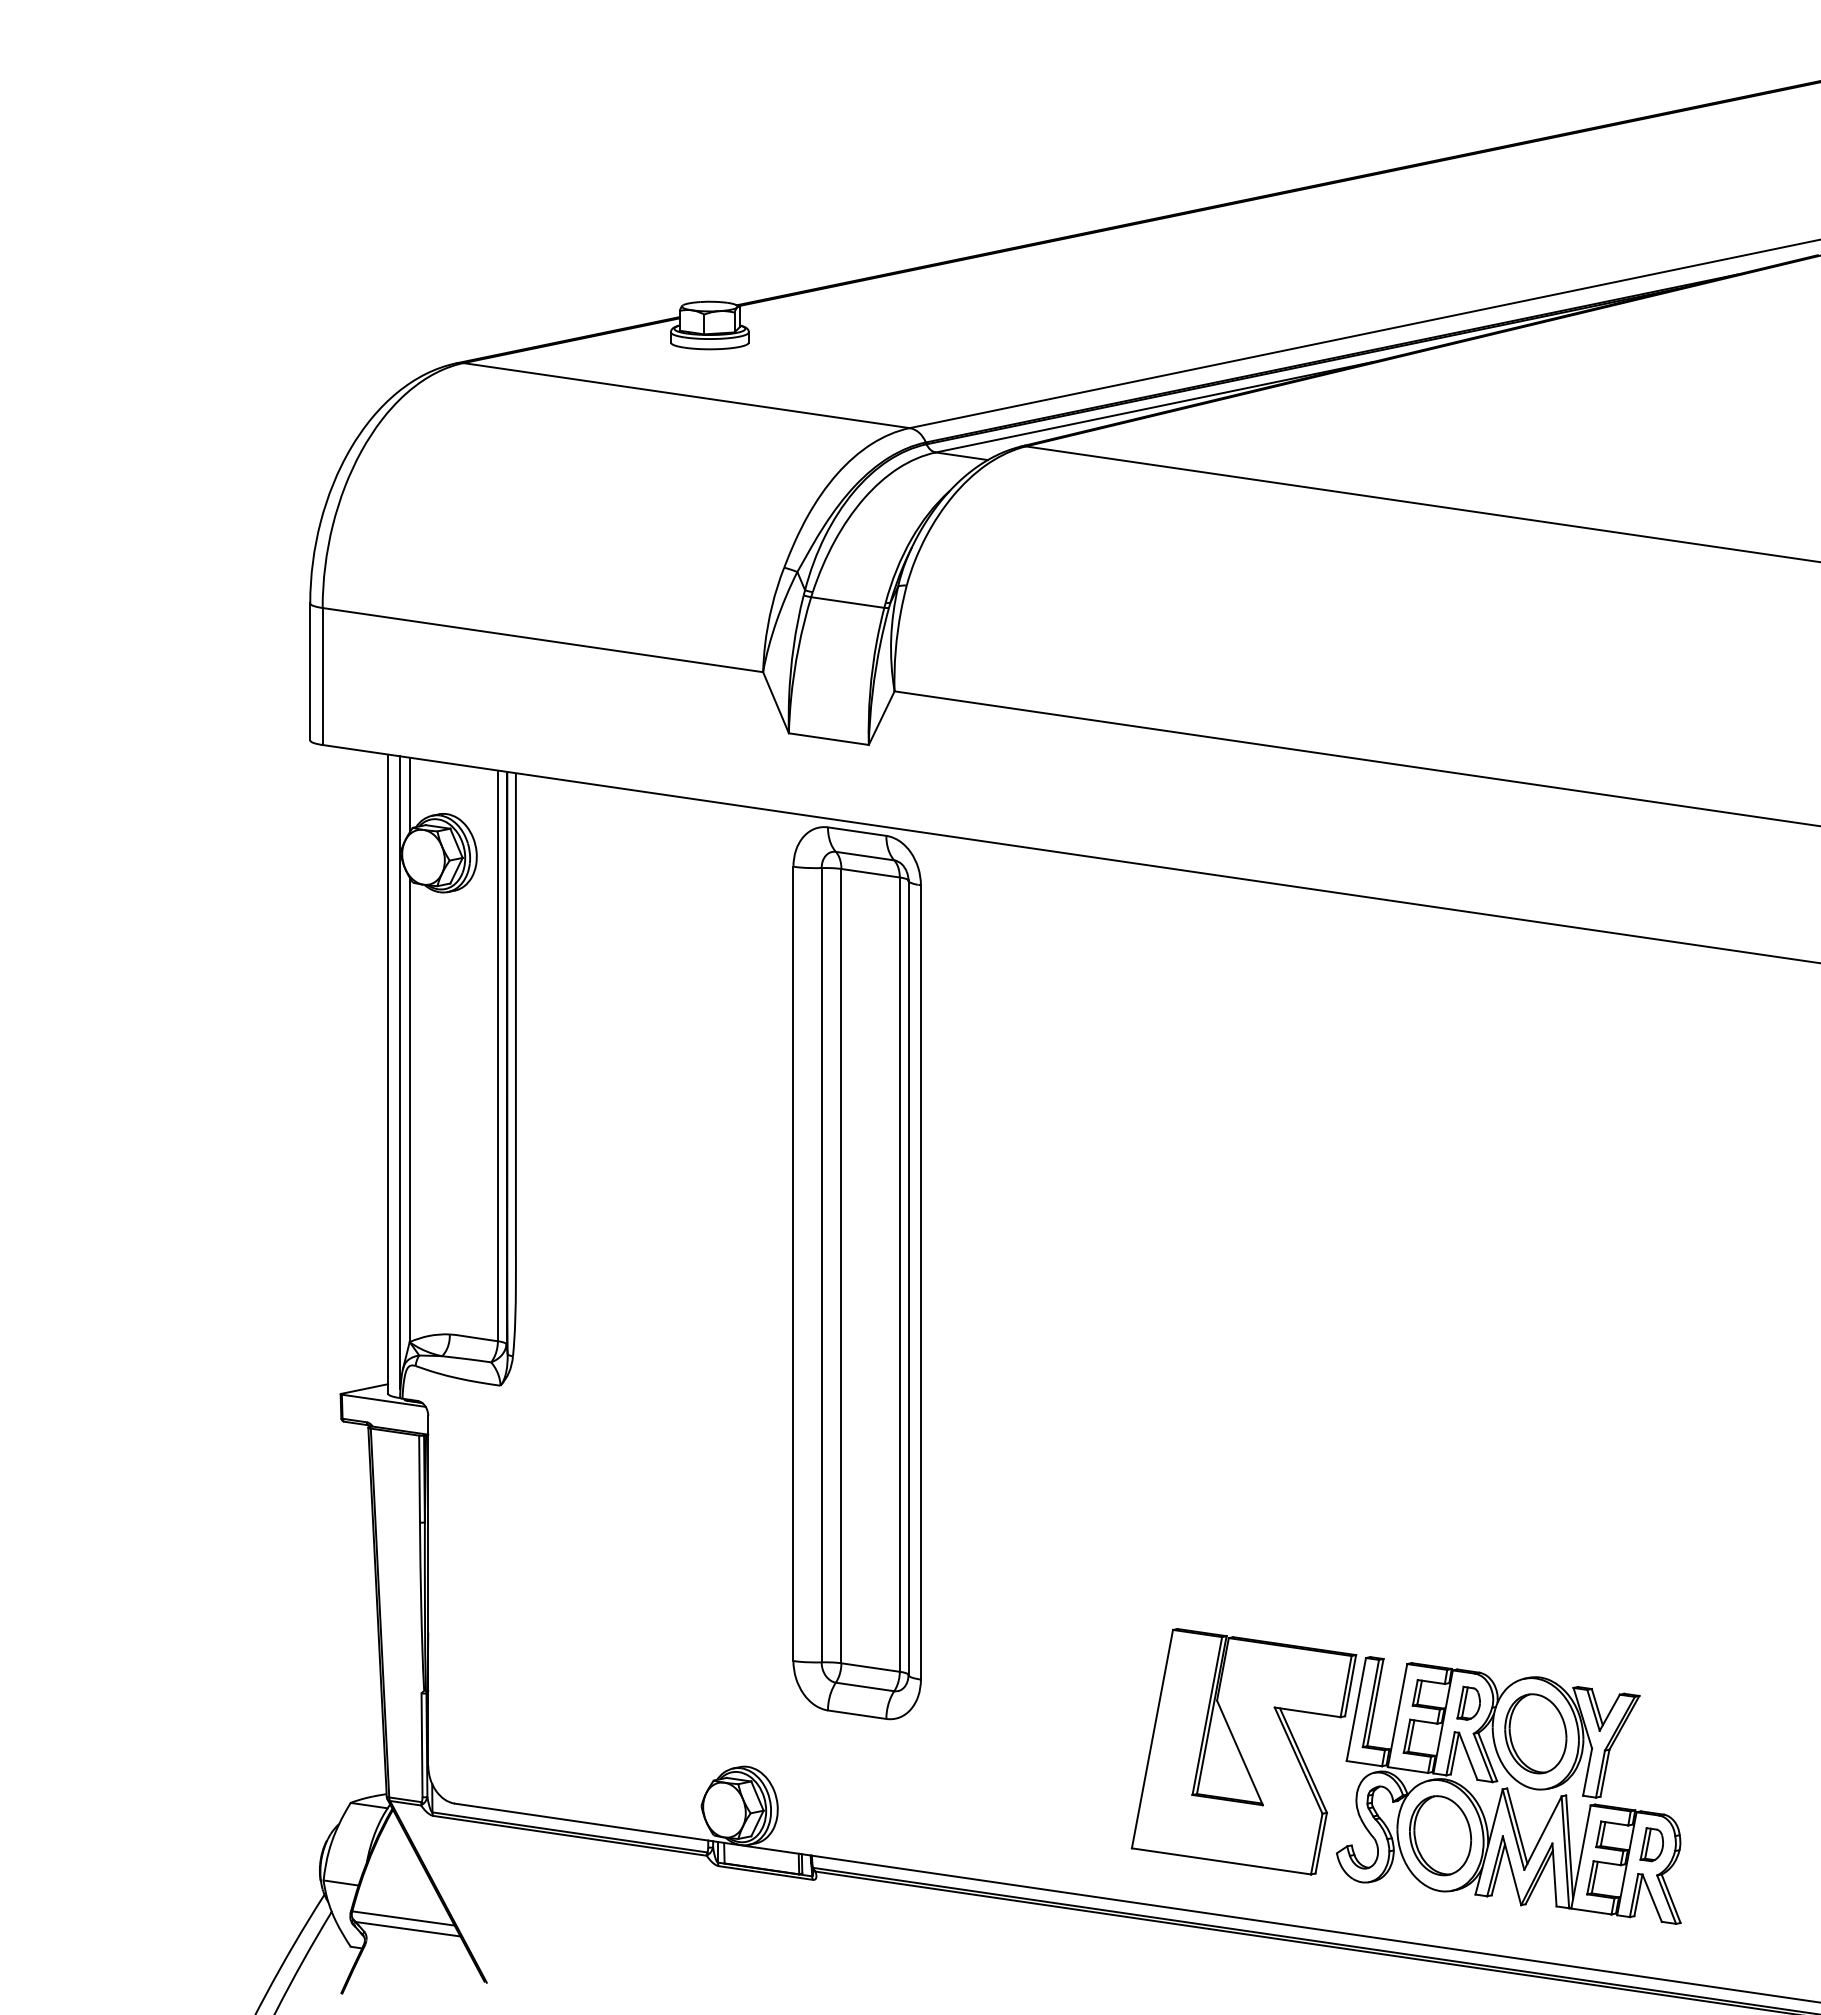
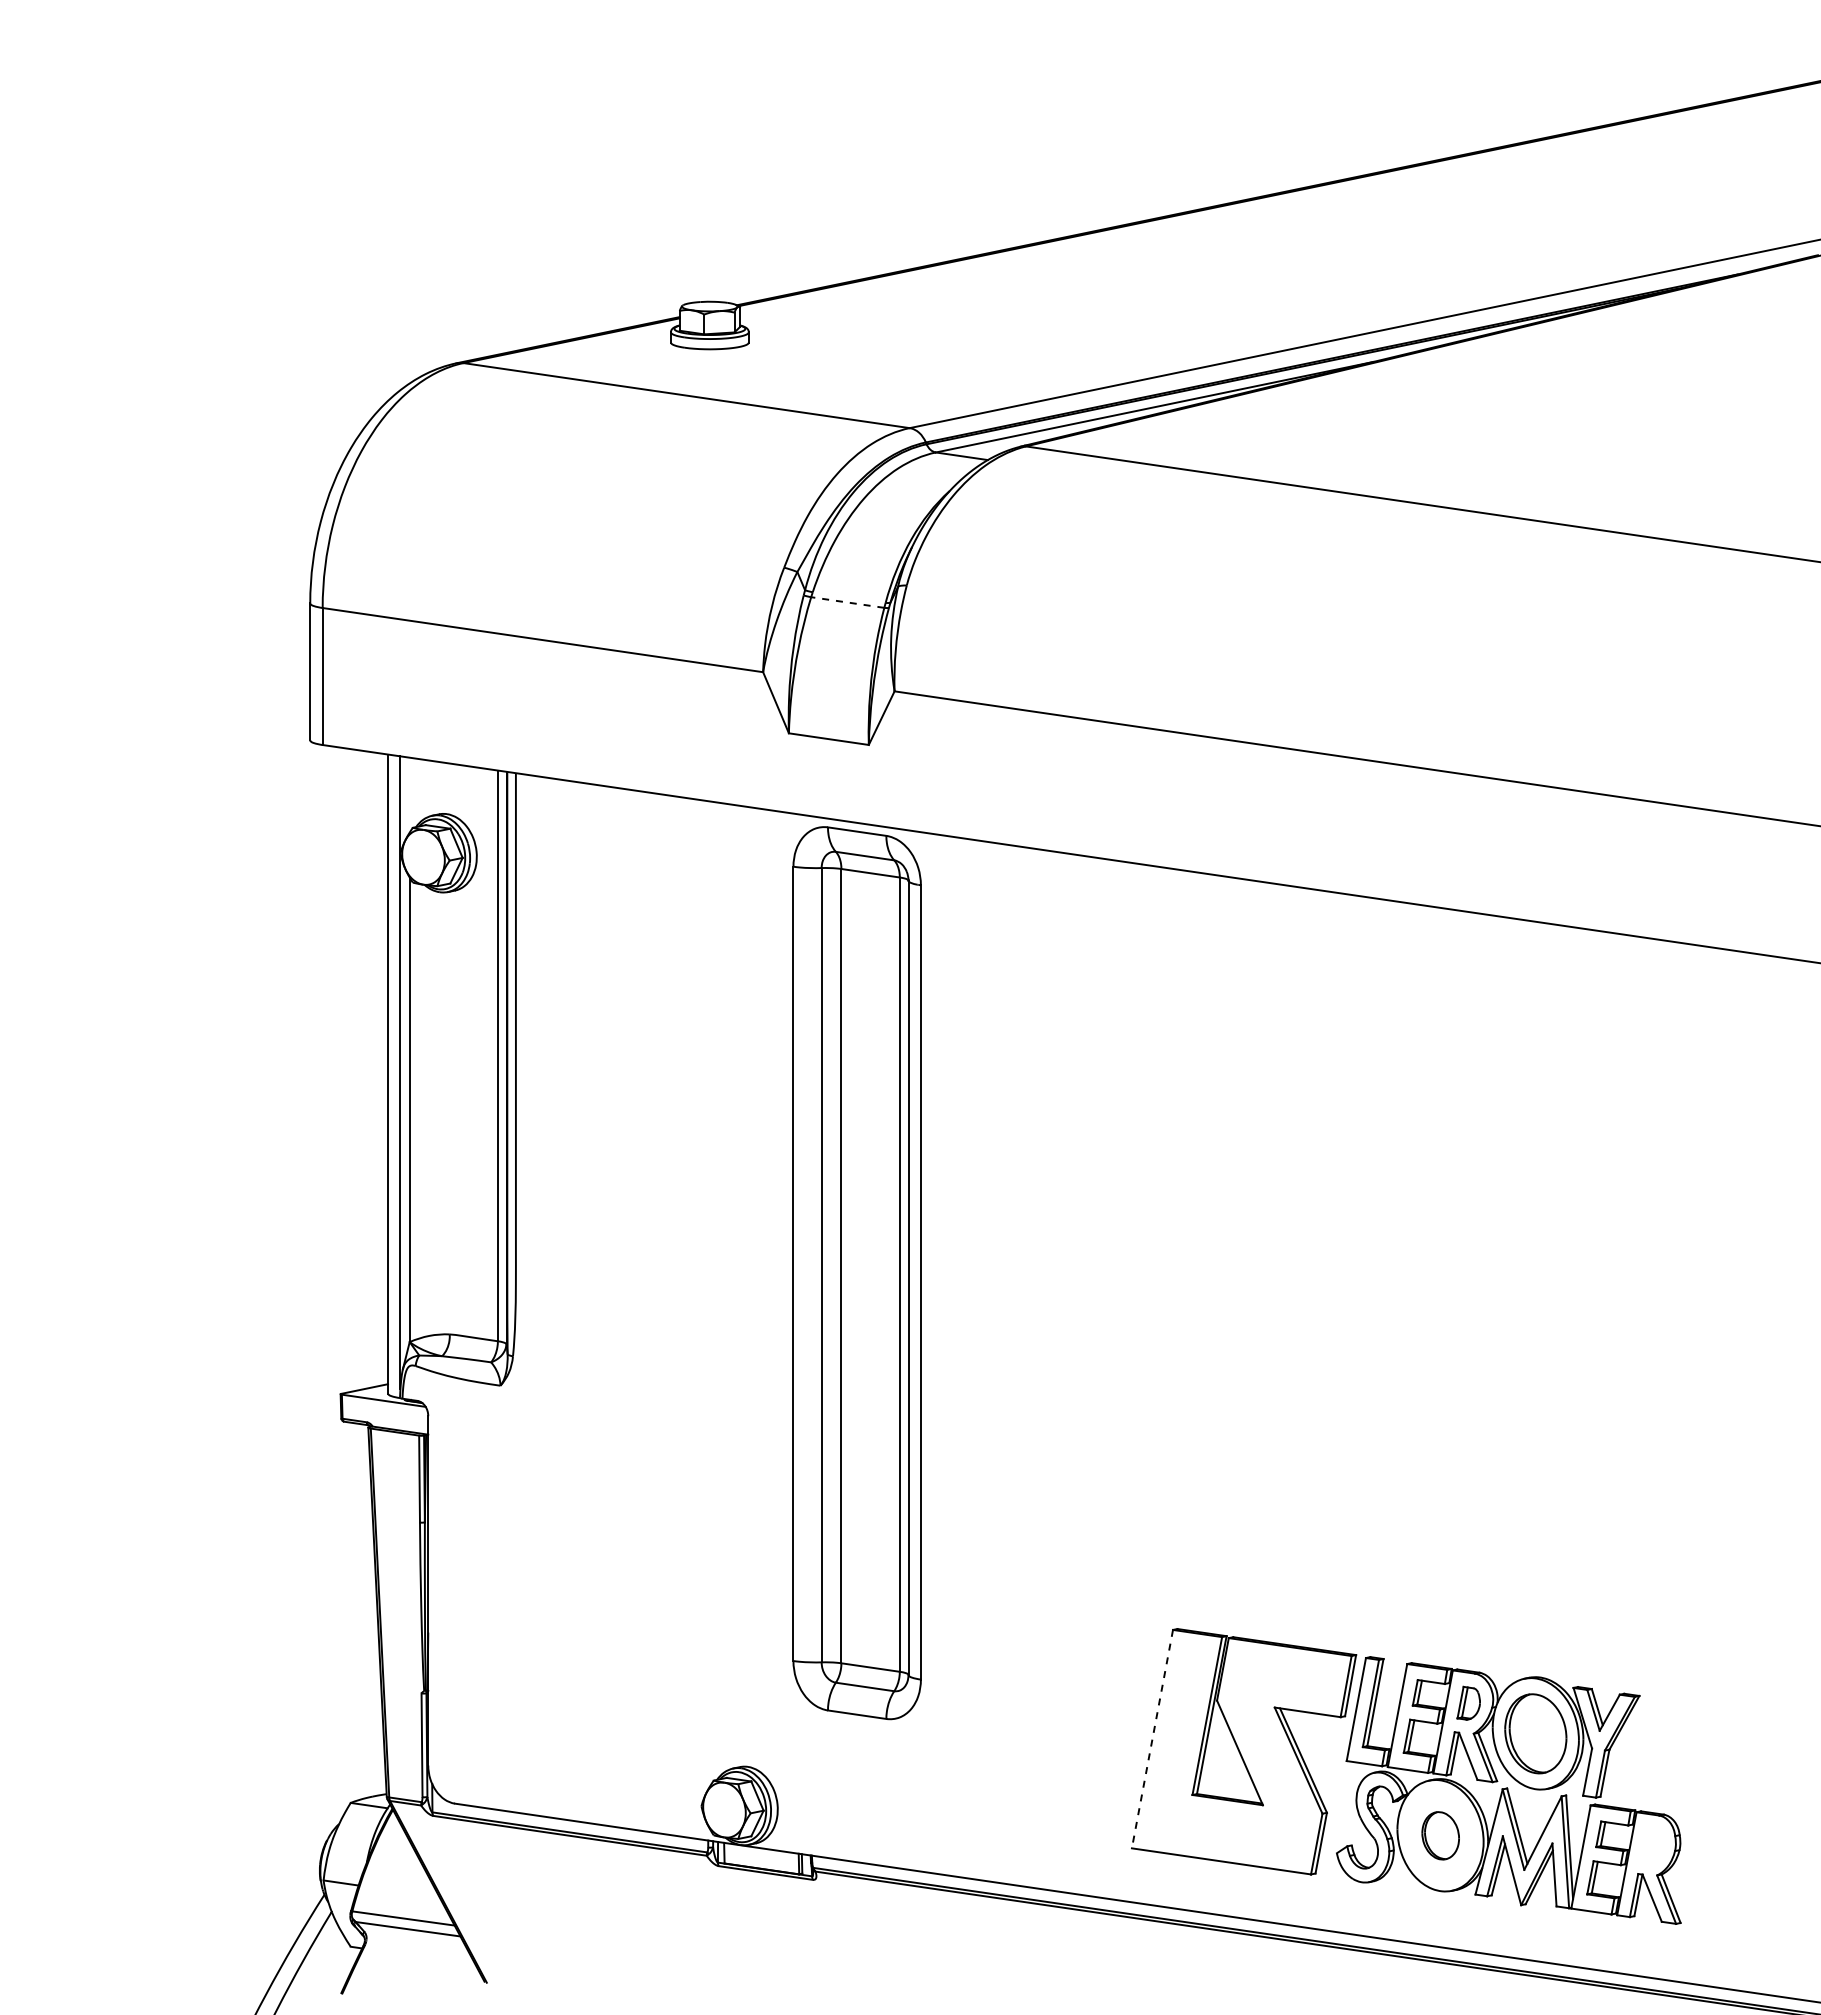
line at (847, 602): solid -> dashed
line at (409, 794): present -> none
line at (1152, 1739): solid -> dashed
part at (1440, 1835) size: 64x82 px -> 39x50 px
part at (1651, 1844): present -> none
